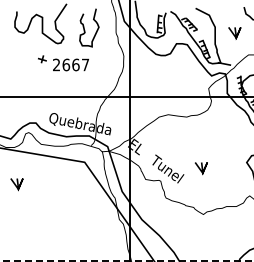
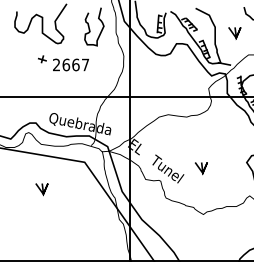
curve at (84, 27) position: (84, 27) -> (89, 26)
line at (15, 184) position: (15, 184) -> (40, 189)
line at (127, 261): dashed -> solid
